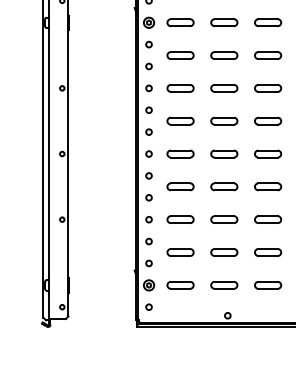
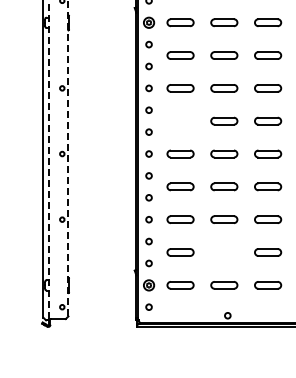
part at (180, 120): present -> none
line at (68, 158): solid -> dashed
line at (49, 159): solid -> dashed
part at (224, 252): present -> none
